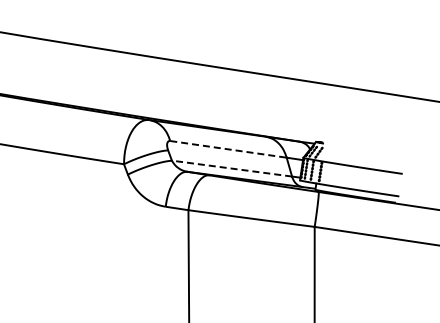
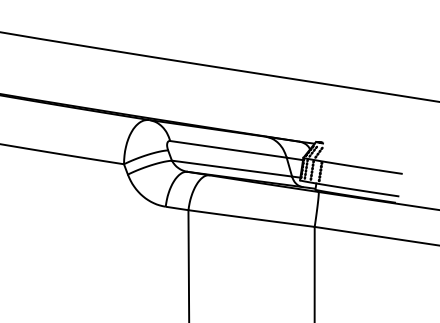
line at (228, 149): dashed -> solid
line at (232, 168): dashed -> solid
